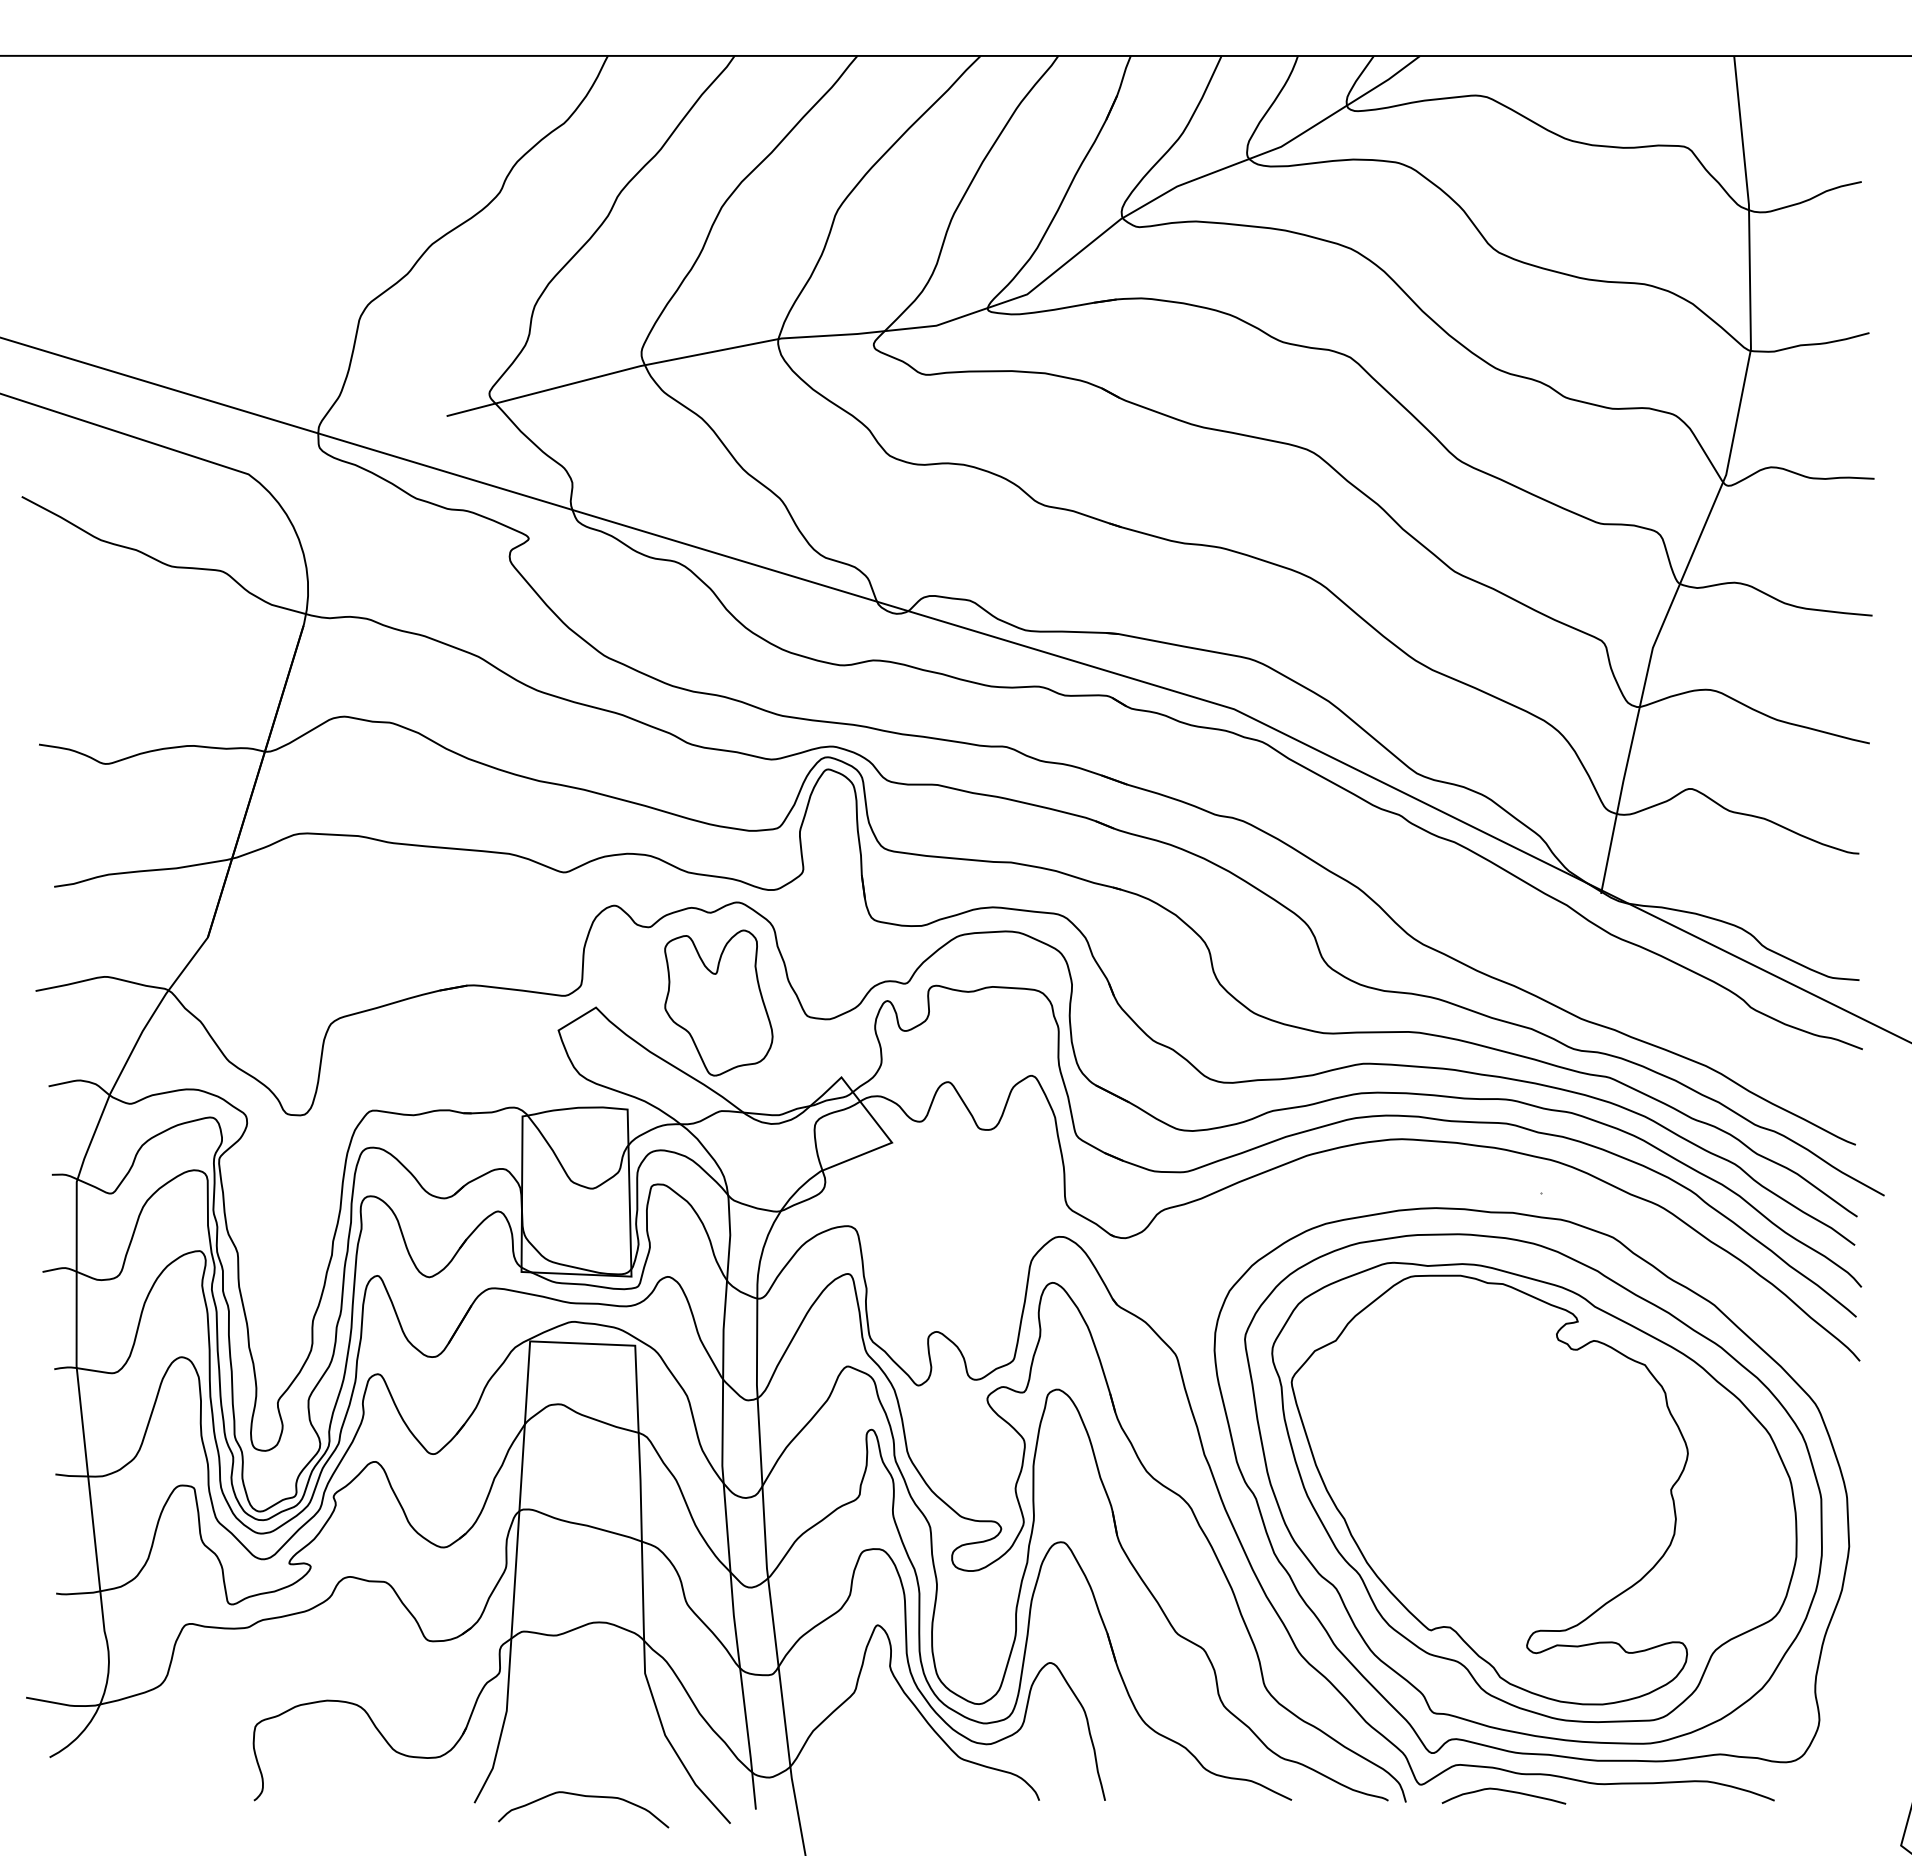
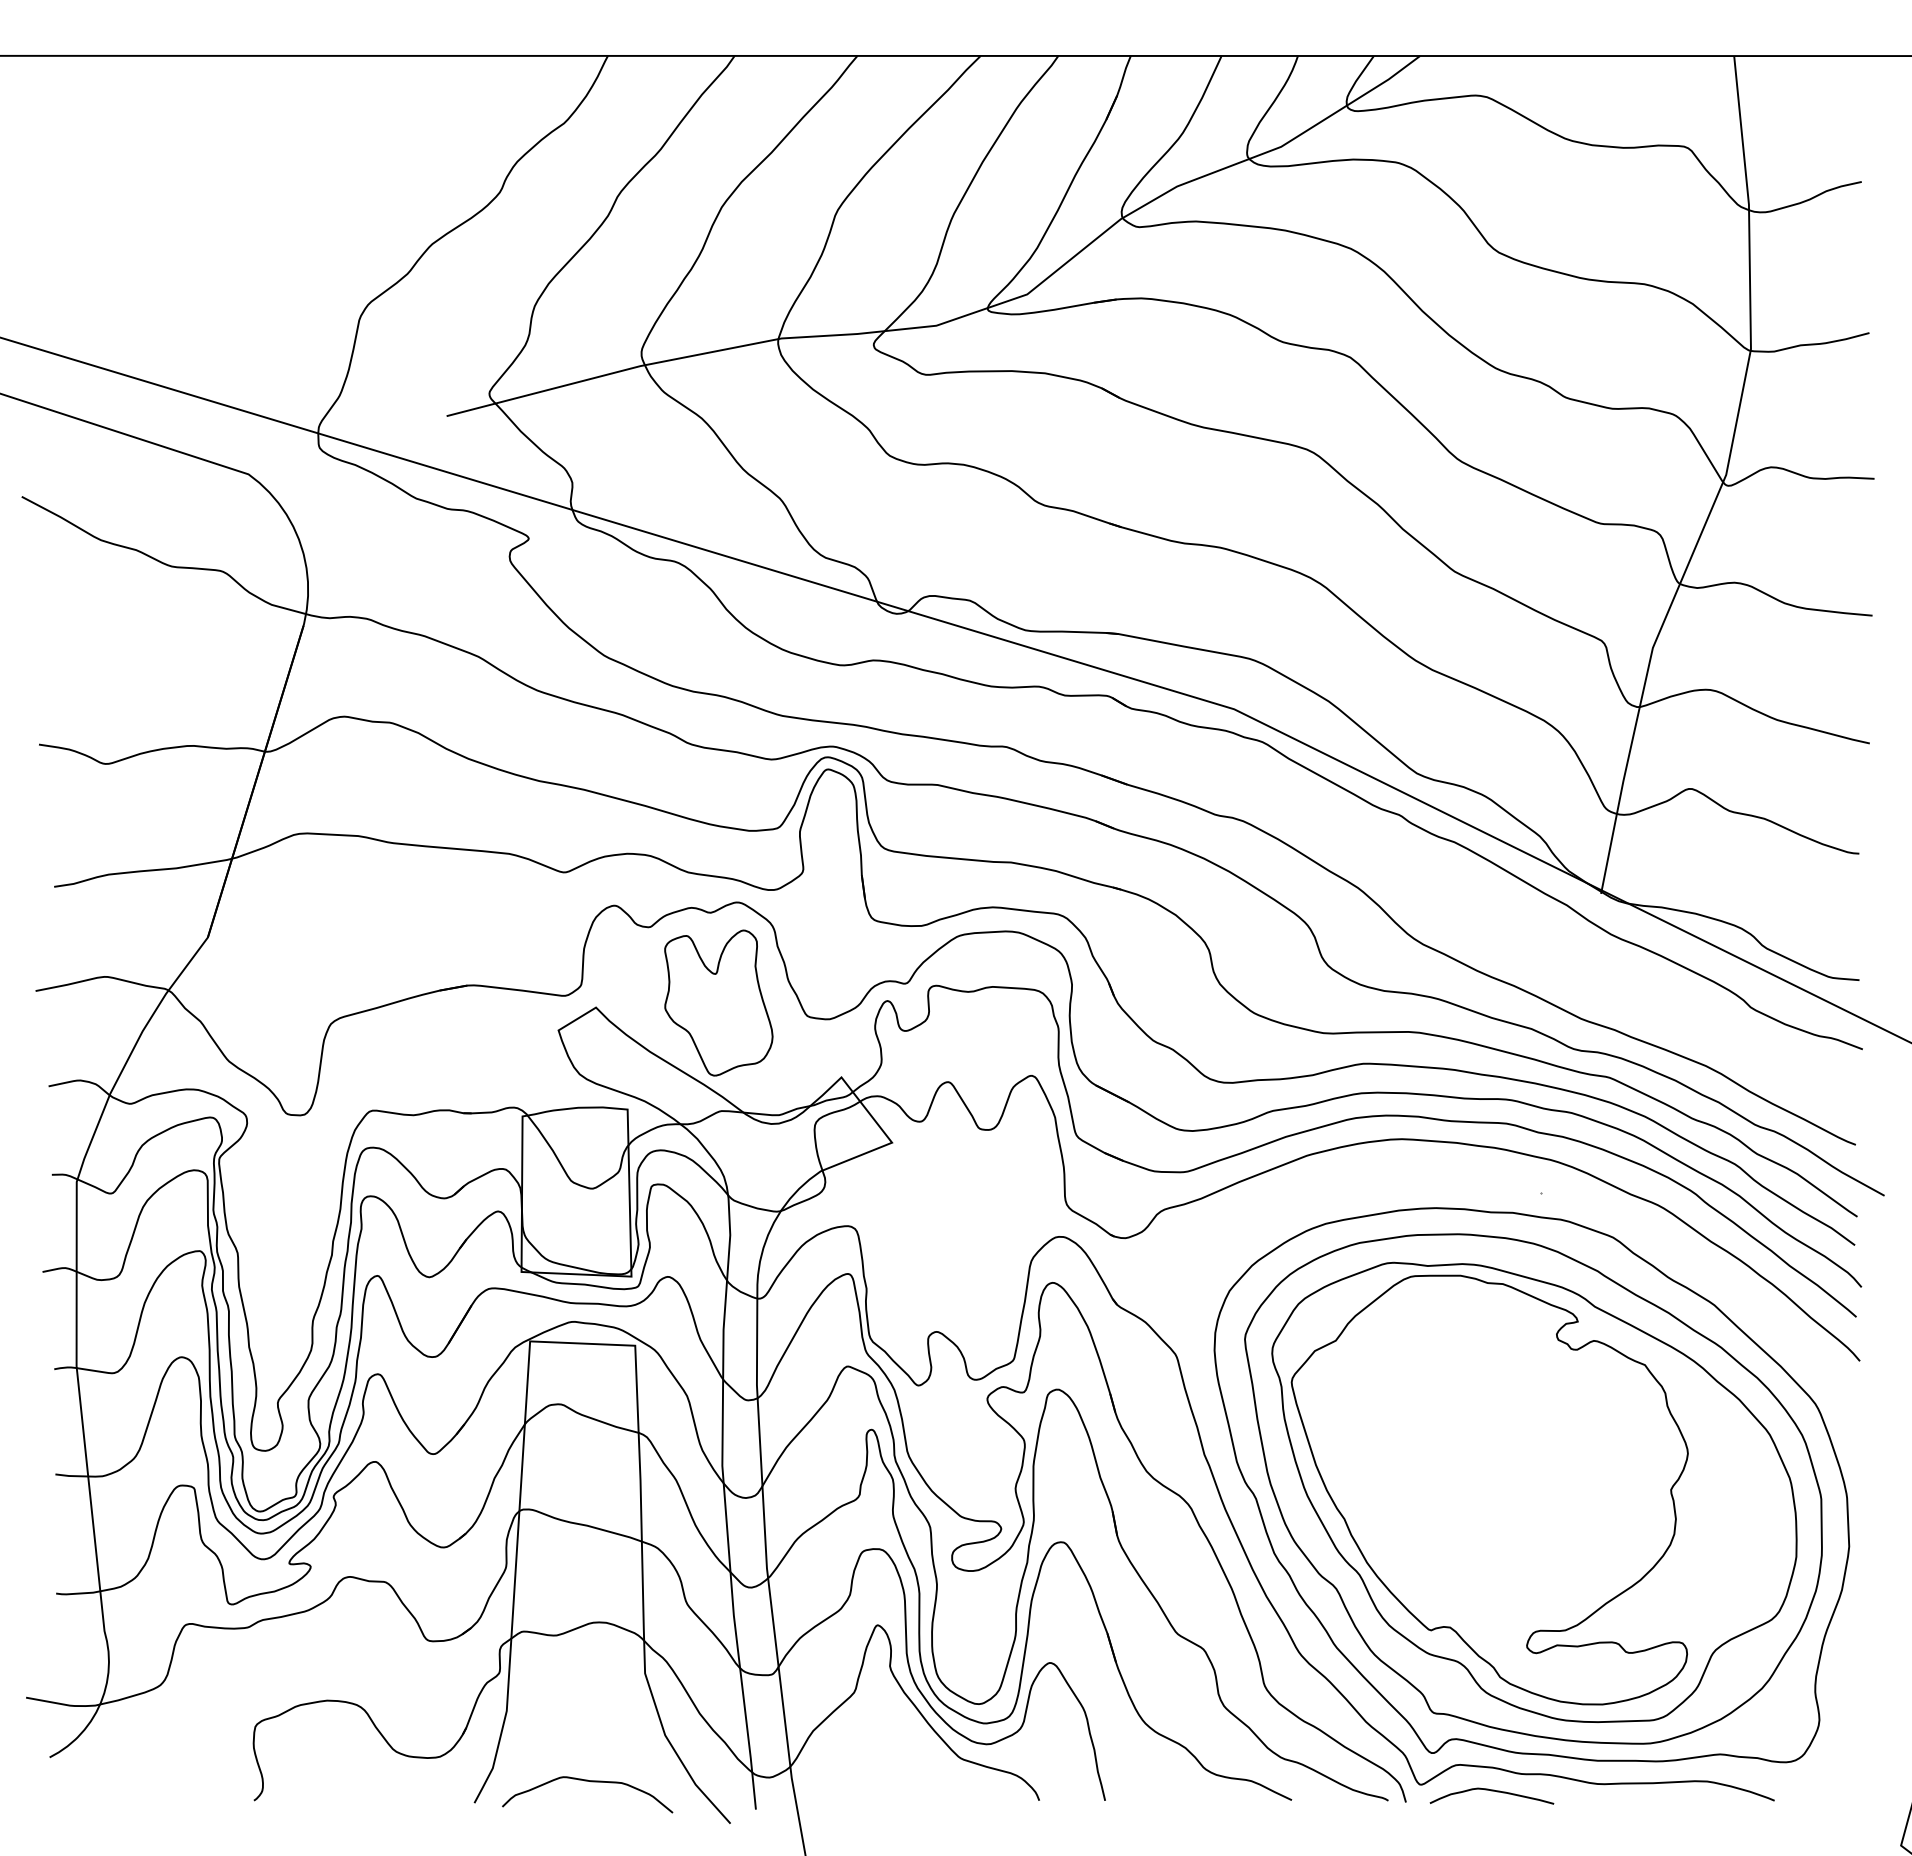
curve at (1503, 1791) position: (1503, 1791) -> (1491, 1791)
curve at (587, 1797) position: (587, 1797) -> (591, 1782)
